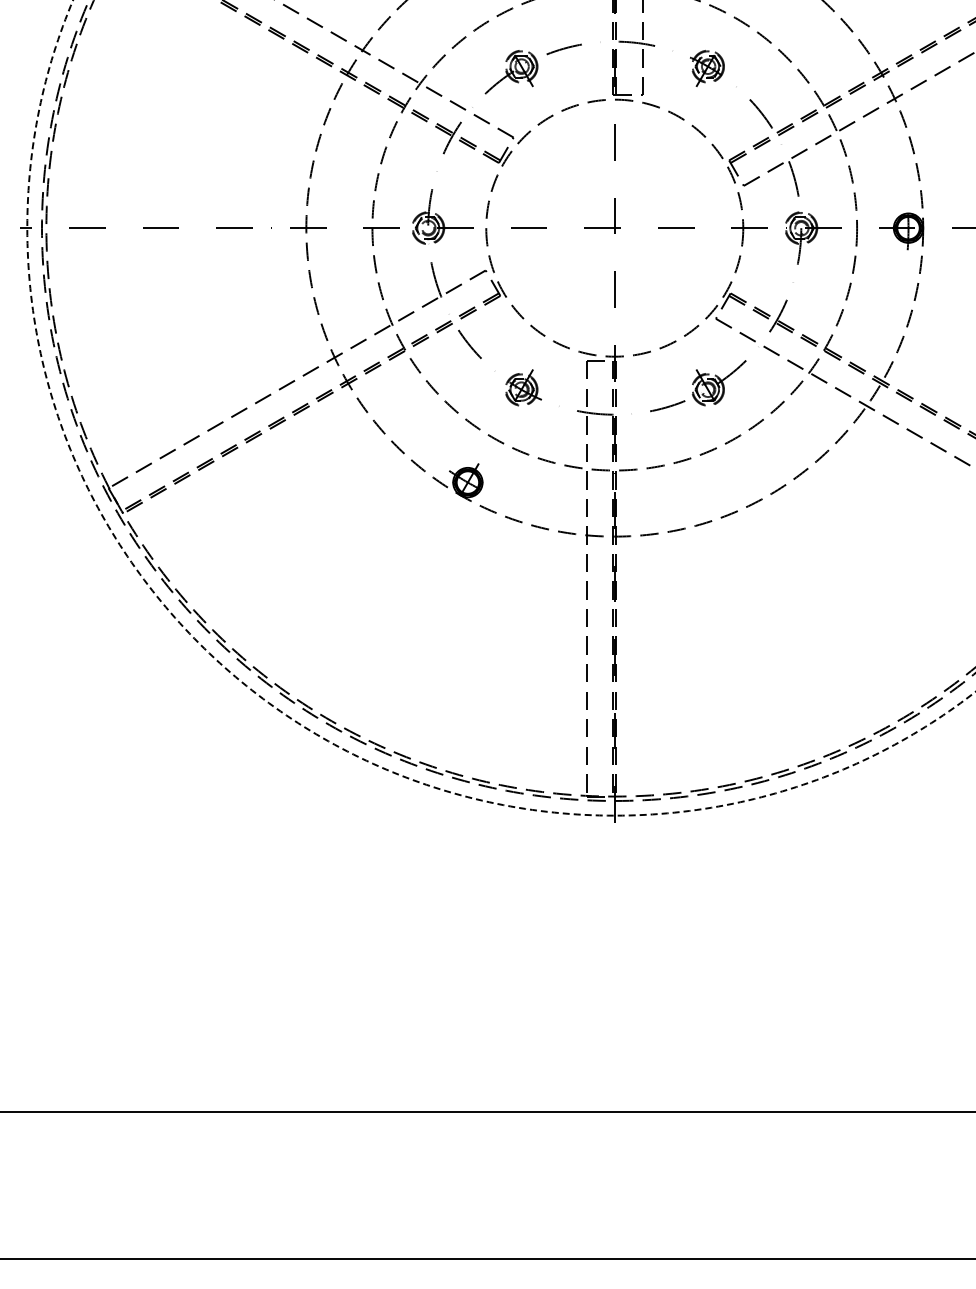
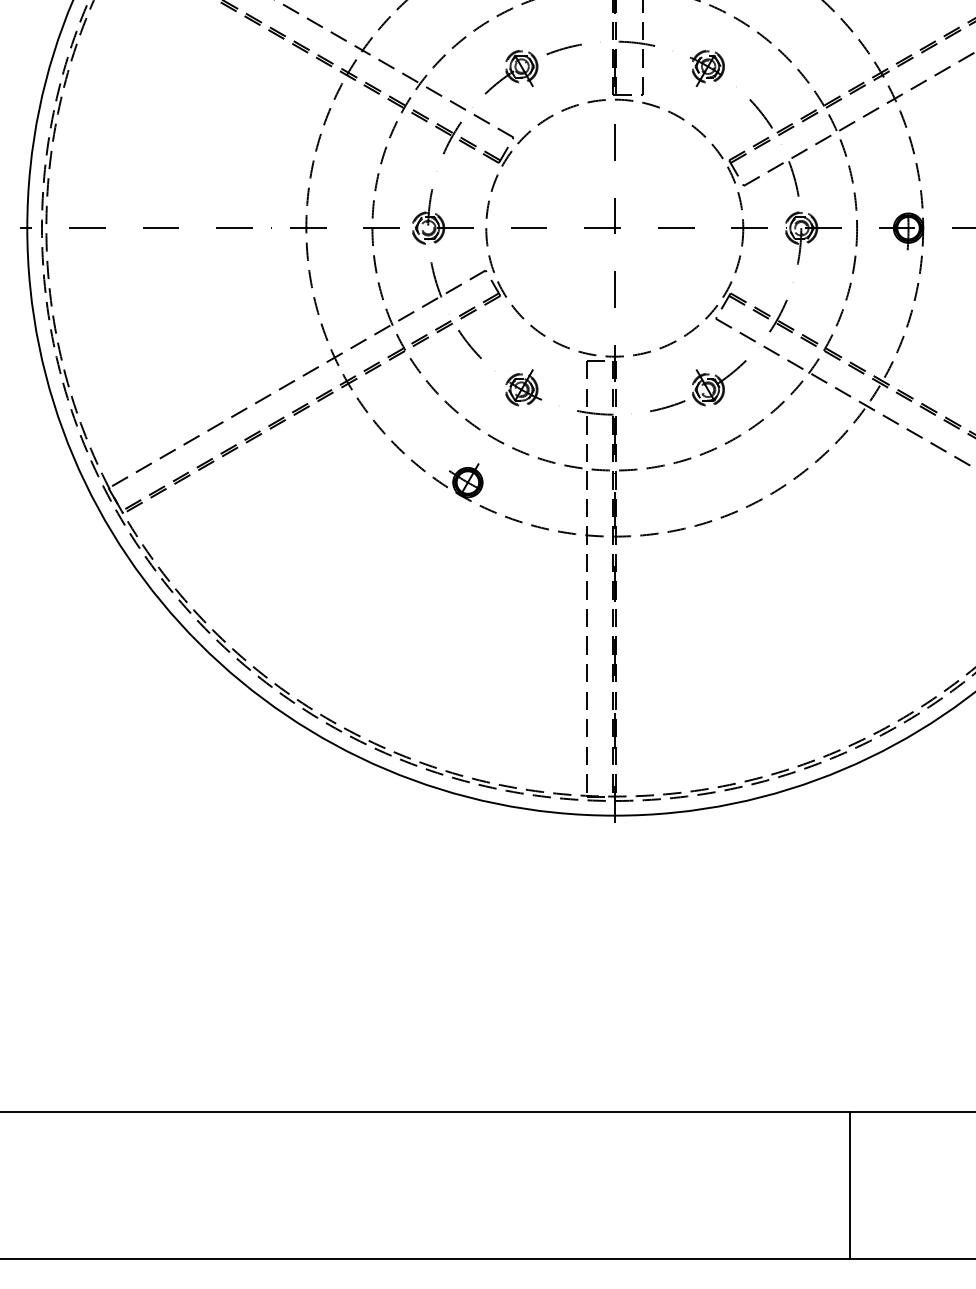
circle at (501, 407): dashed -> solid
line at (849, 1185): none -> present
